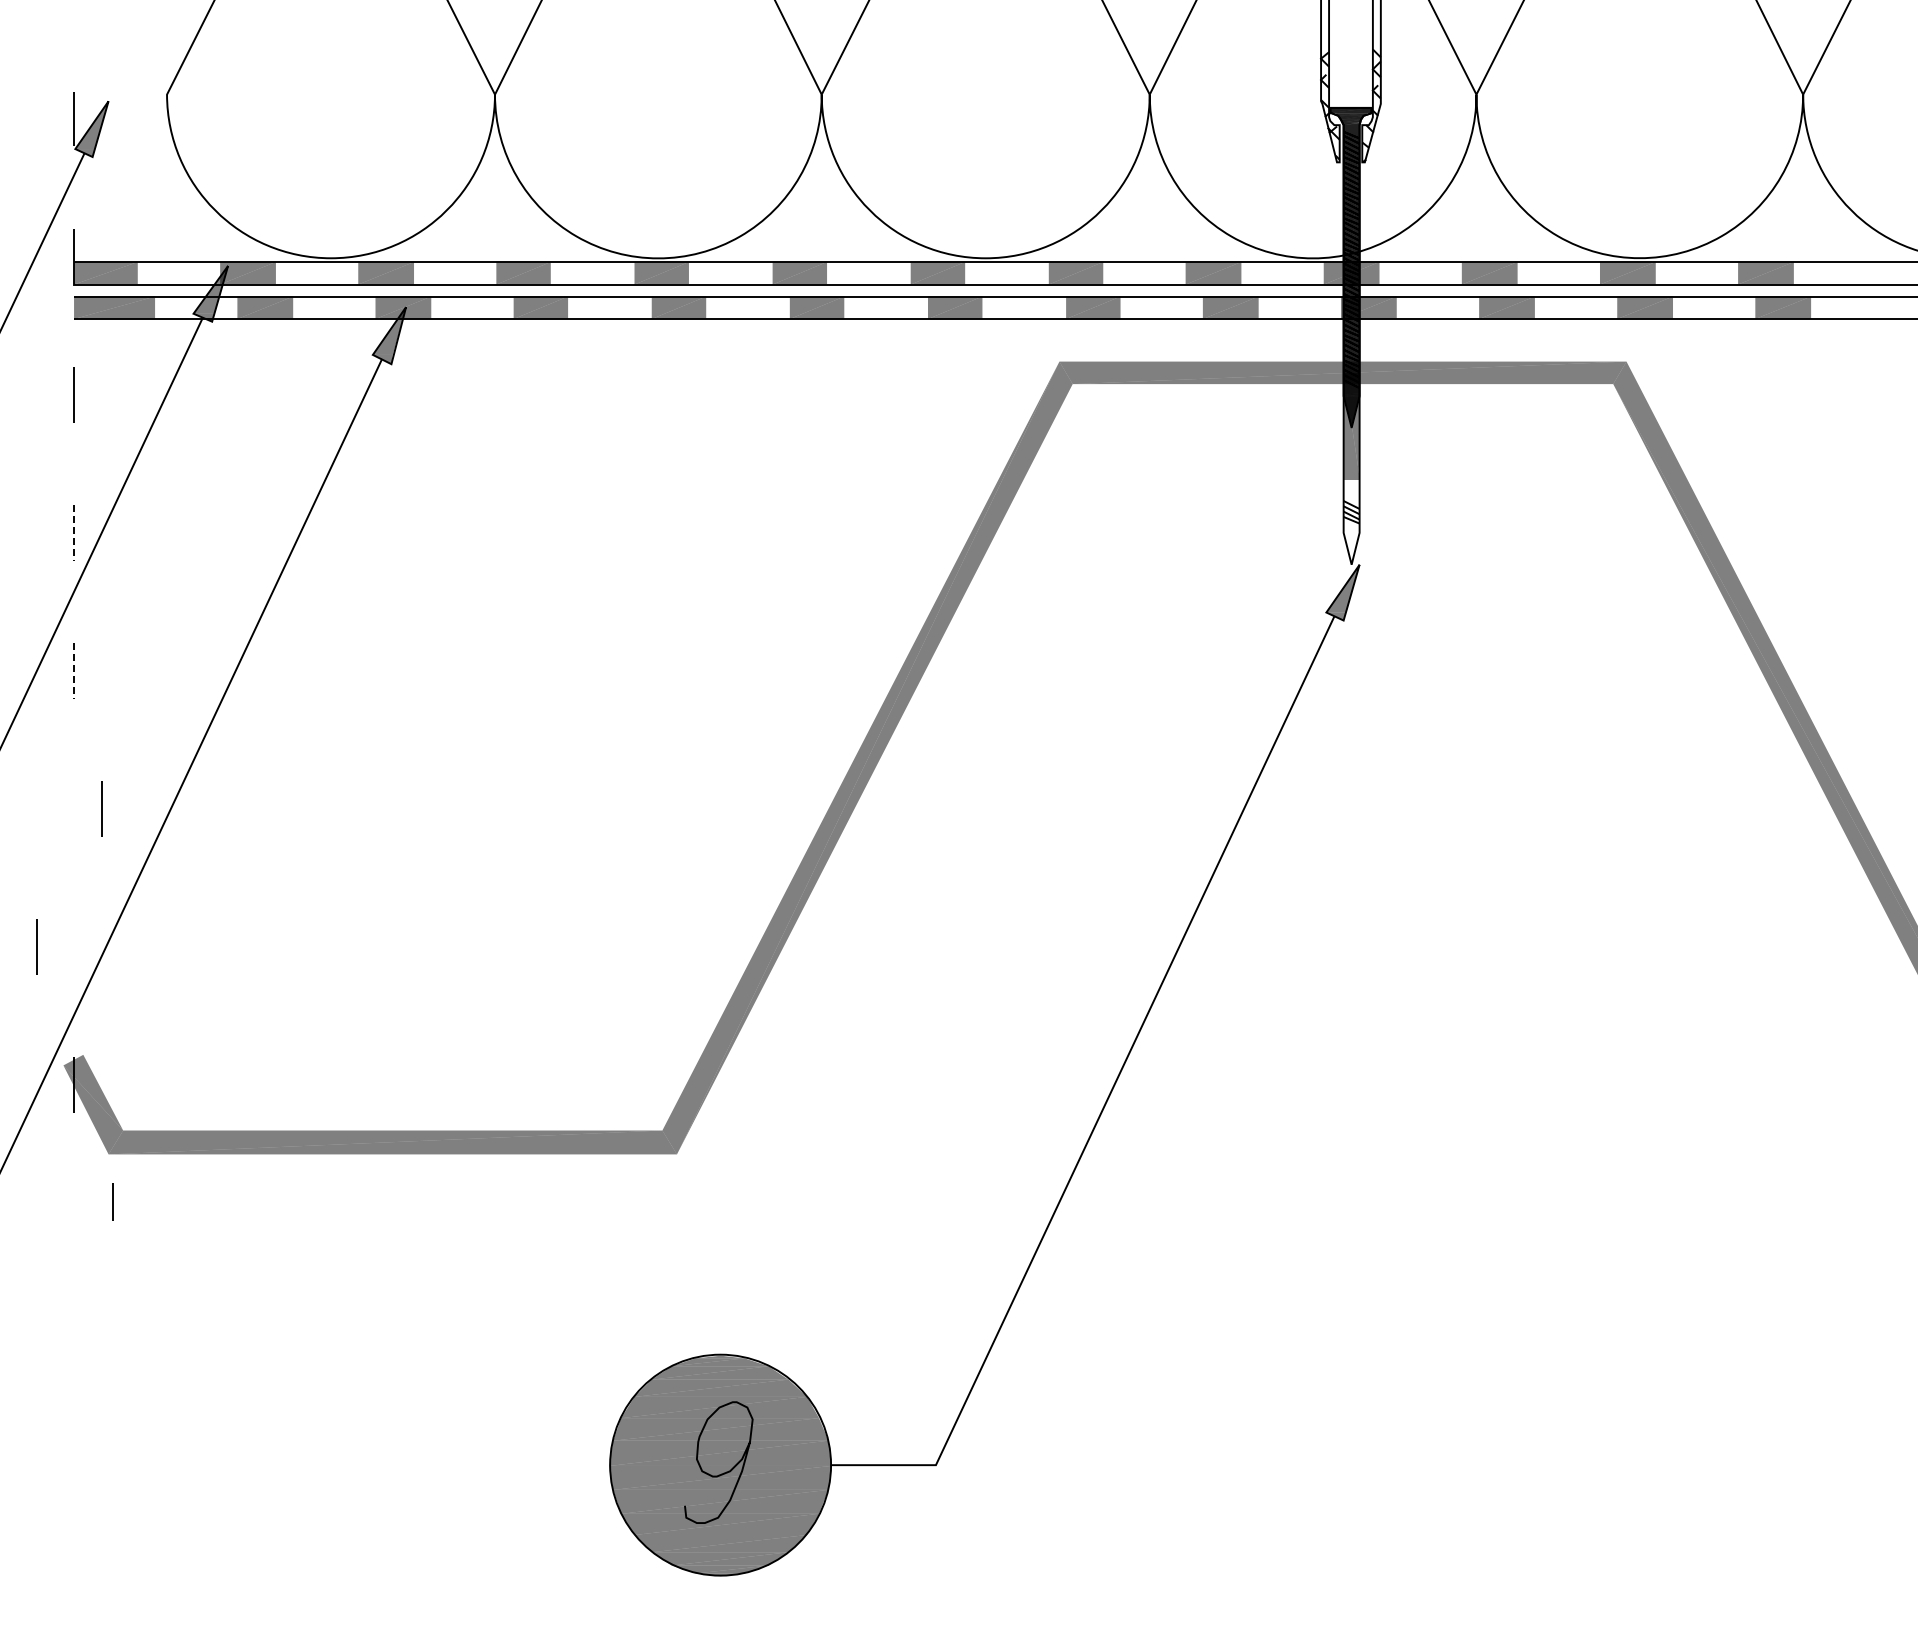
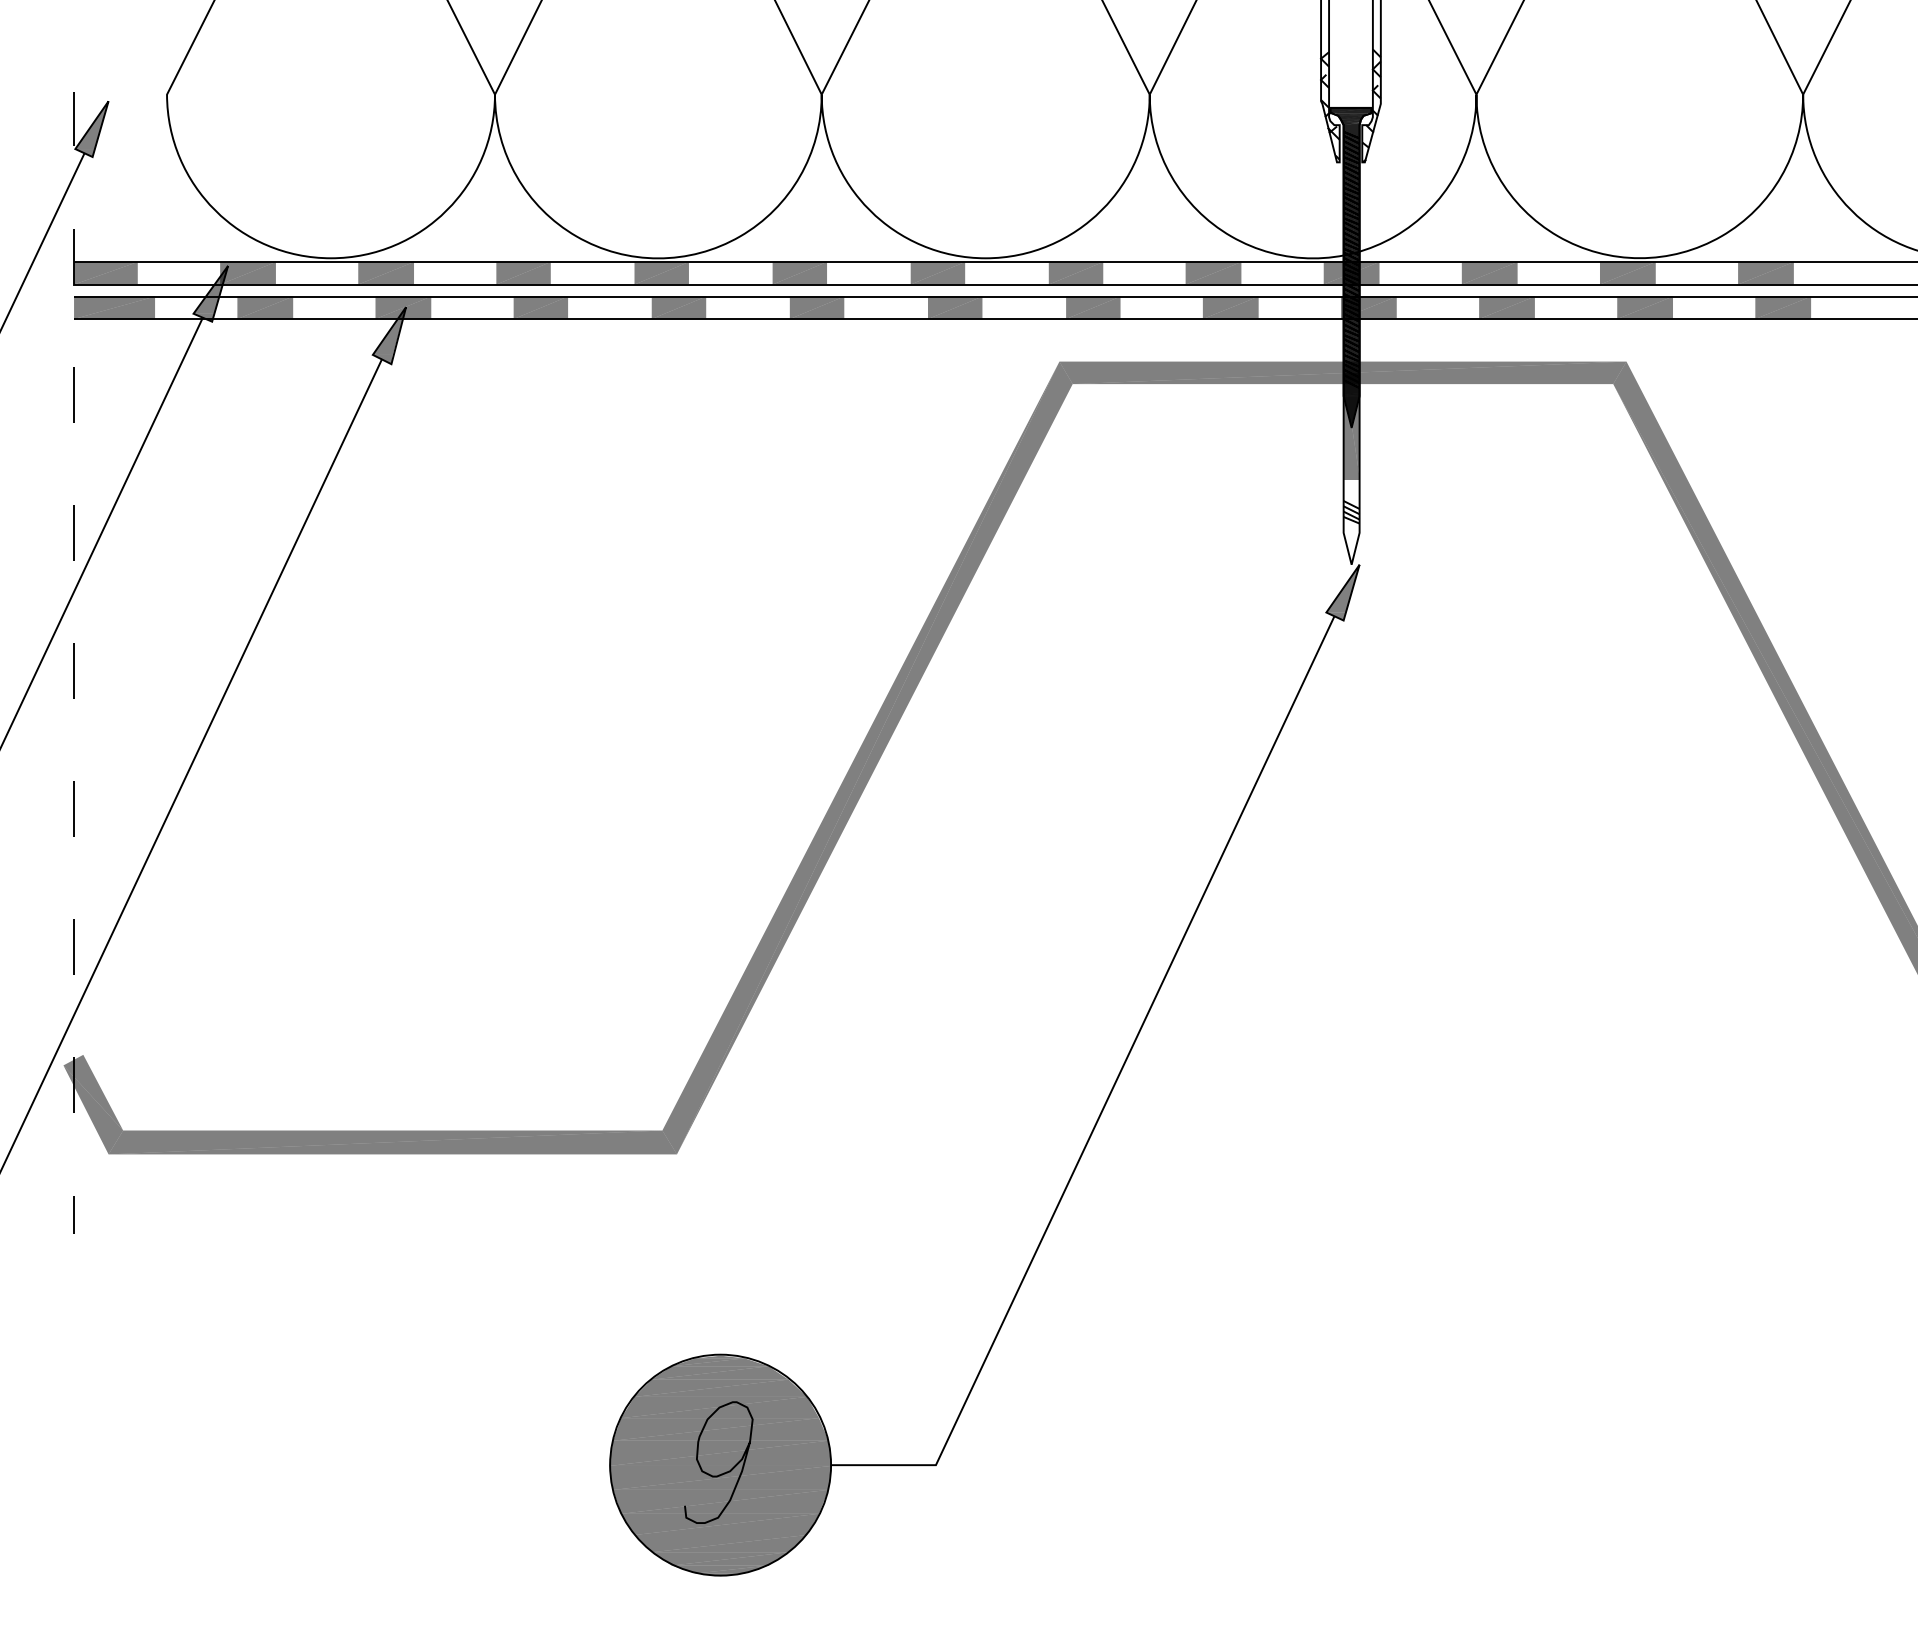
line at (74, 532): dashed -> solid
line at (74, 670): dashed -> solid
line at (101, 808) position: (101, 808) -> (73, 808)
line at (36, 946) position: (36, 946) -> (73, 946)
line at (112, 1201) position: (112, 1201) -> (73, 1214)
